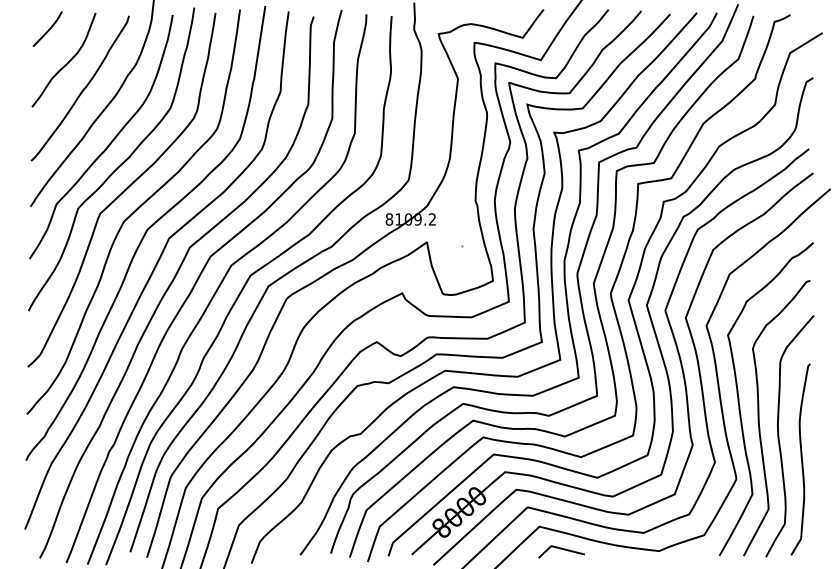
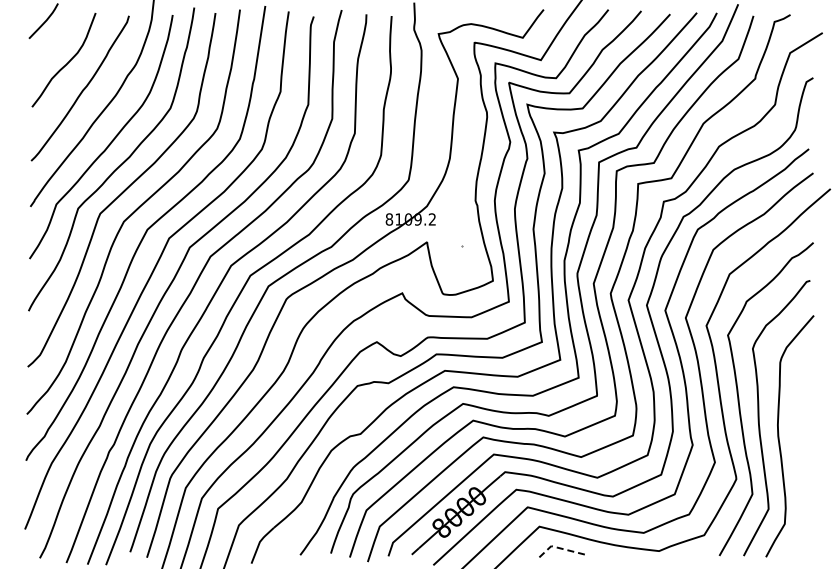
curve at (48, 29) position: (48, 29) -> (44, 21)
curve at (801, 459): present -> none
line at (557, 547): solid -> dashed
